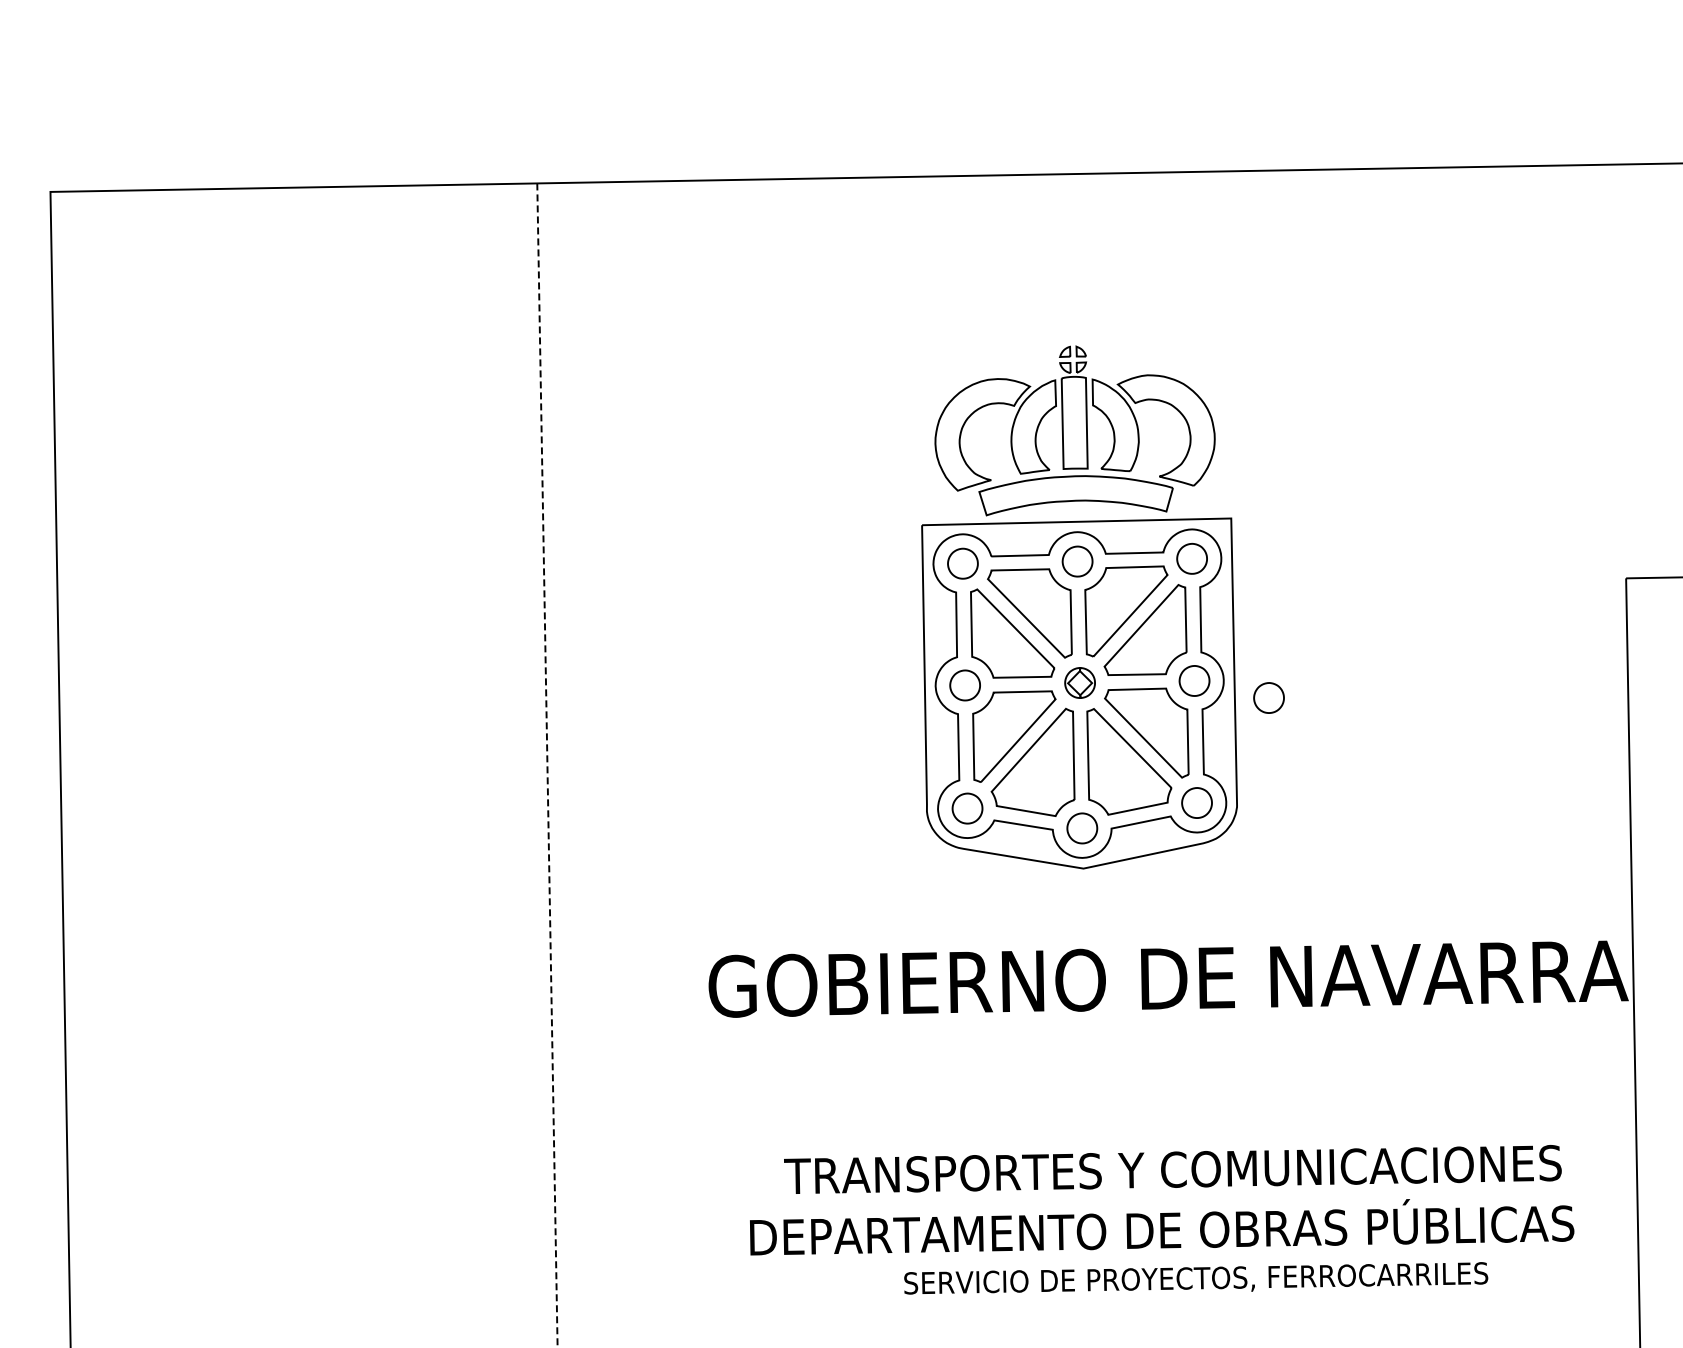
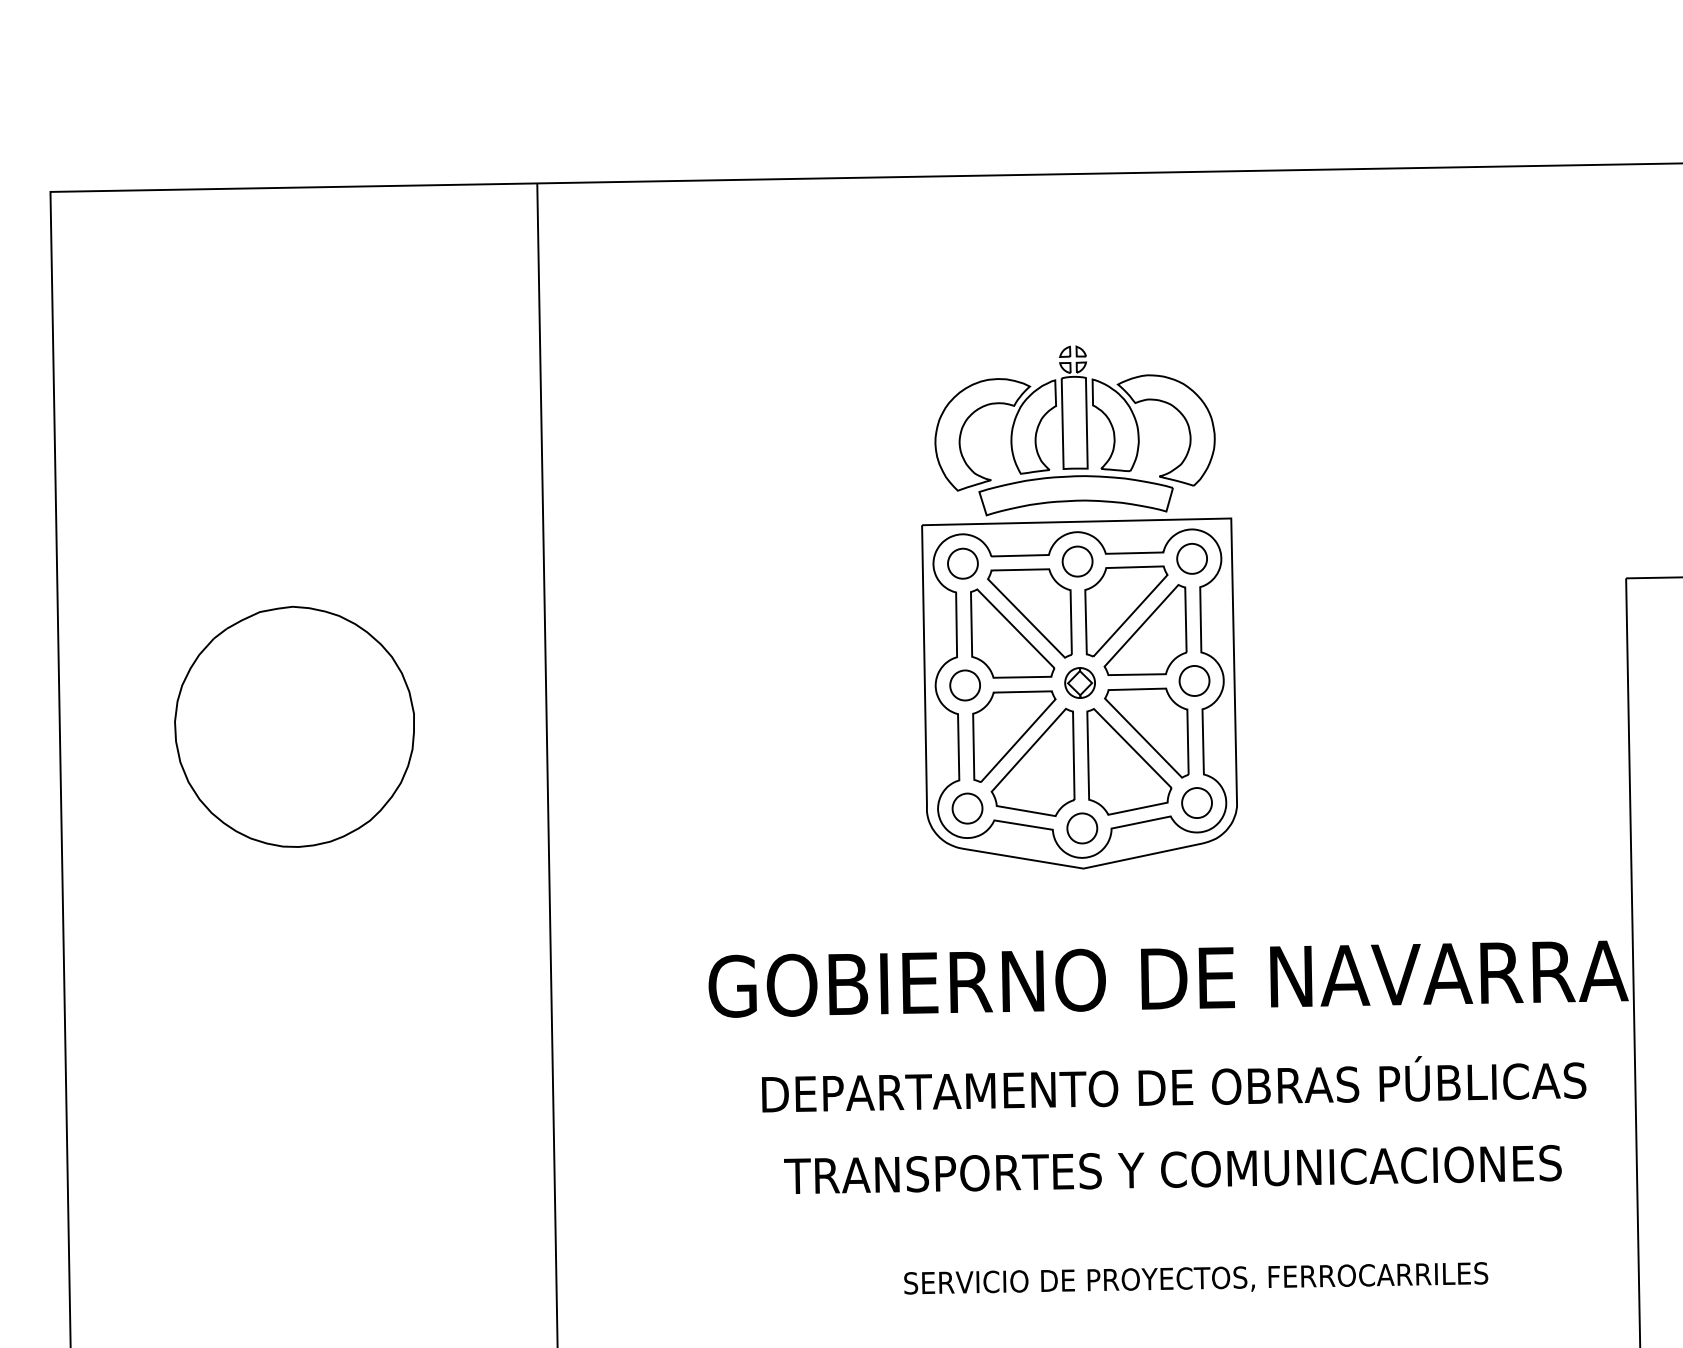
part at (1268, 697): present -> none
part at (294, 726): none -> present
line at (547, 765): dashed -> solid
text at (1162, 1227) position: (1162, 1227) -> (1174, 1084)
